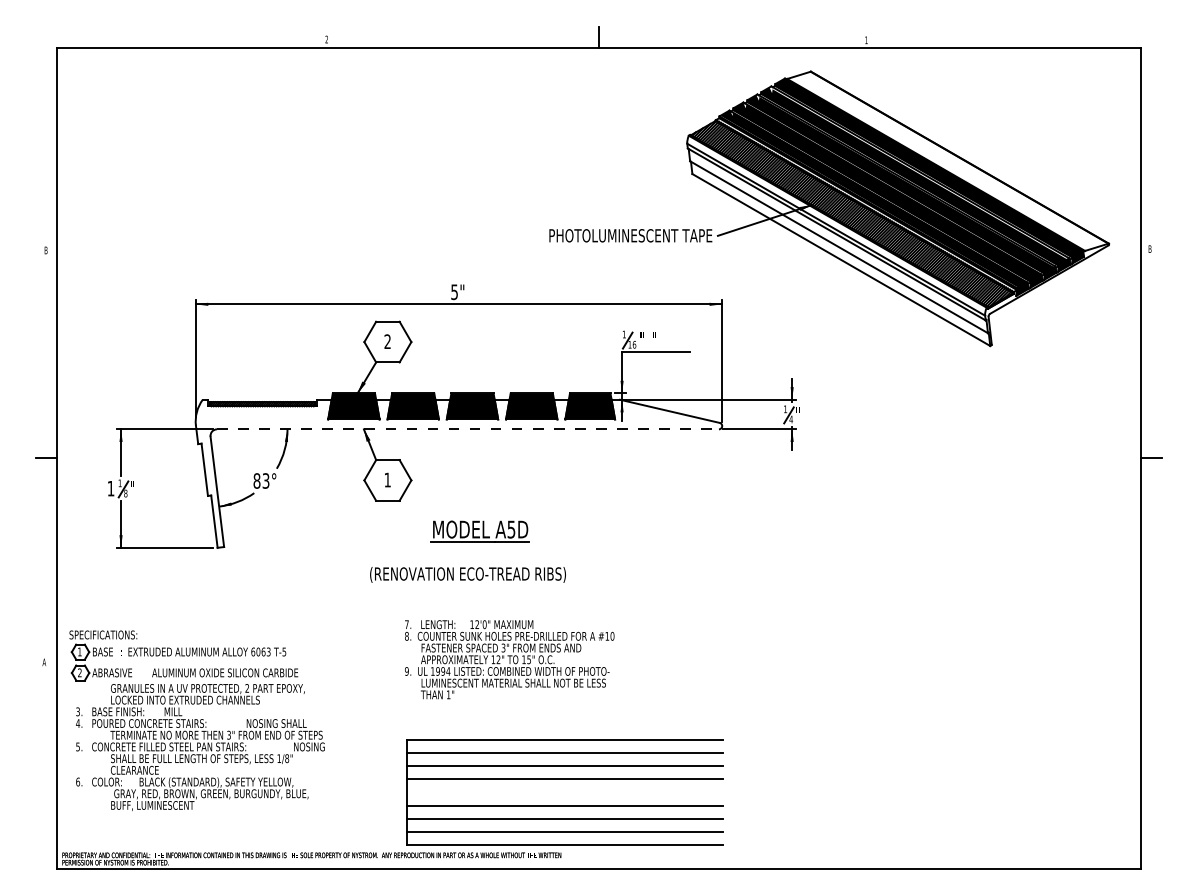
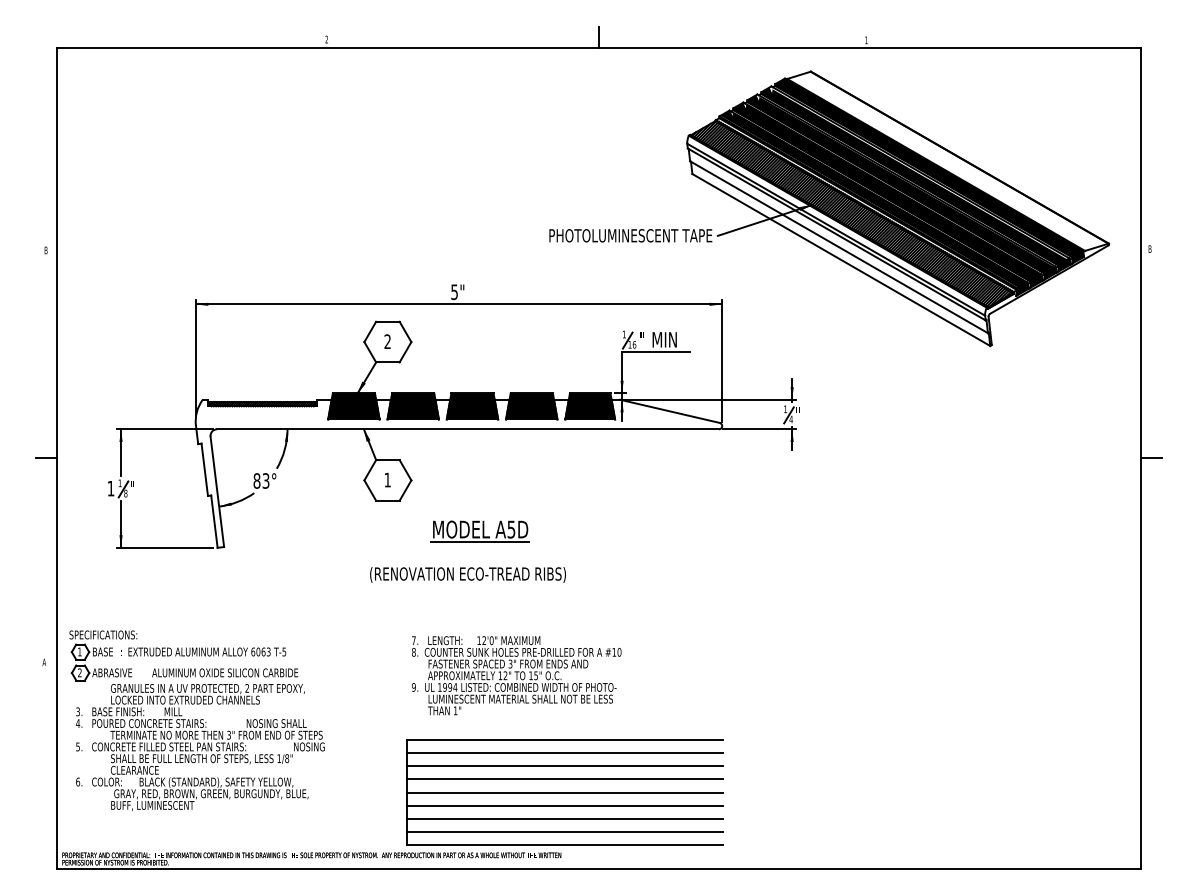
text at (664, 339): " -> MIN
line at (468, 429): dashed -> solid
text at (509, 659) position: (509, 659) -> (516, 675)
line at (564, 792): none -> present
